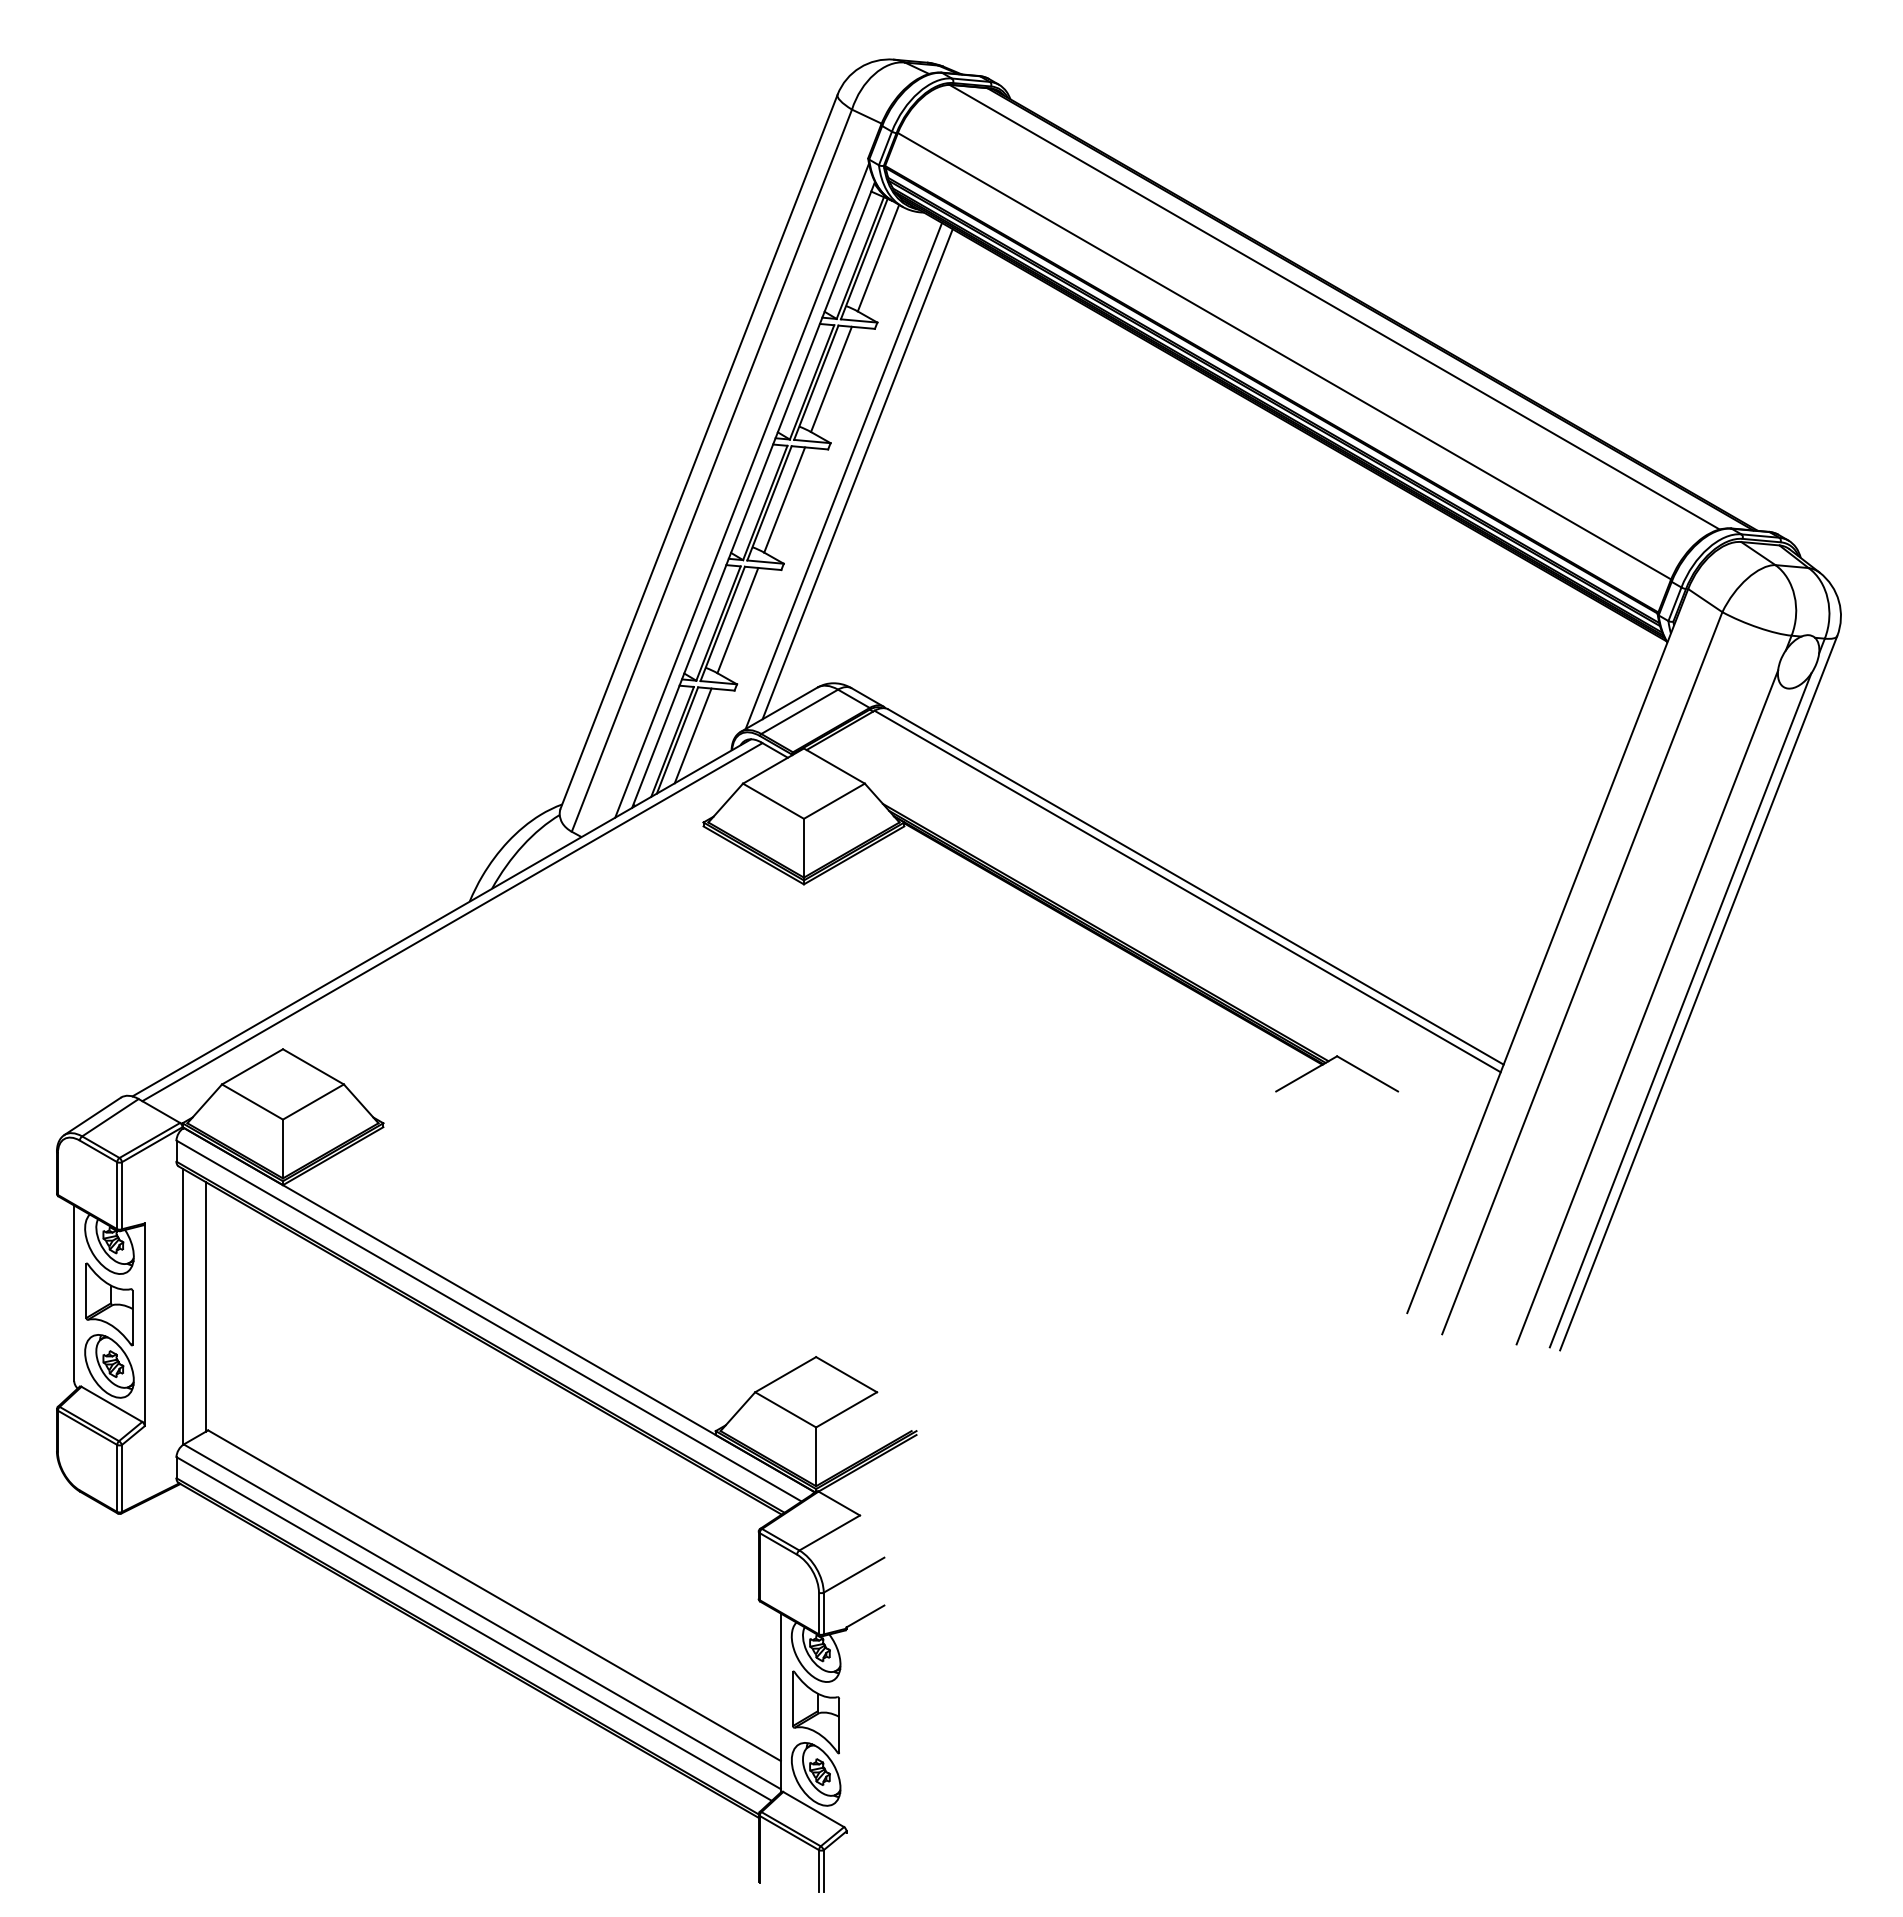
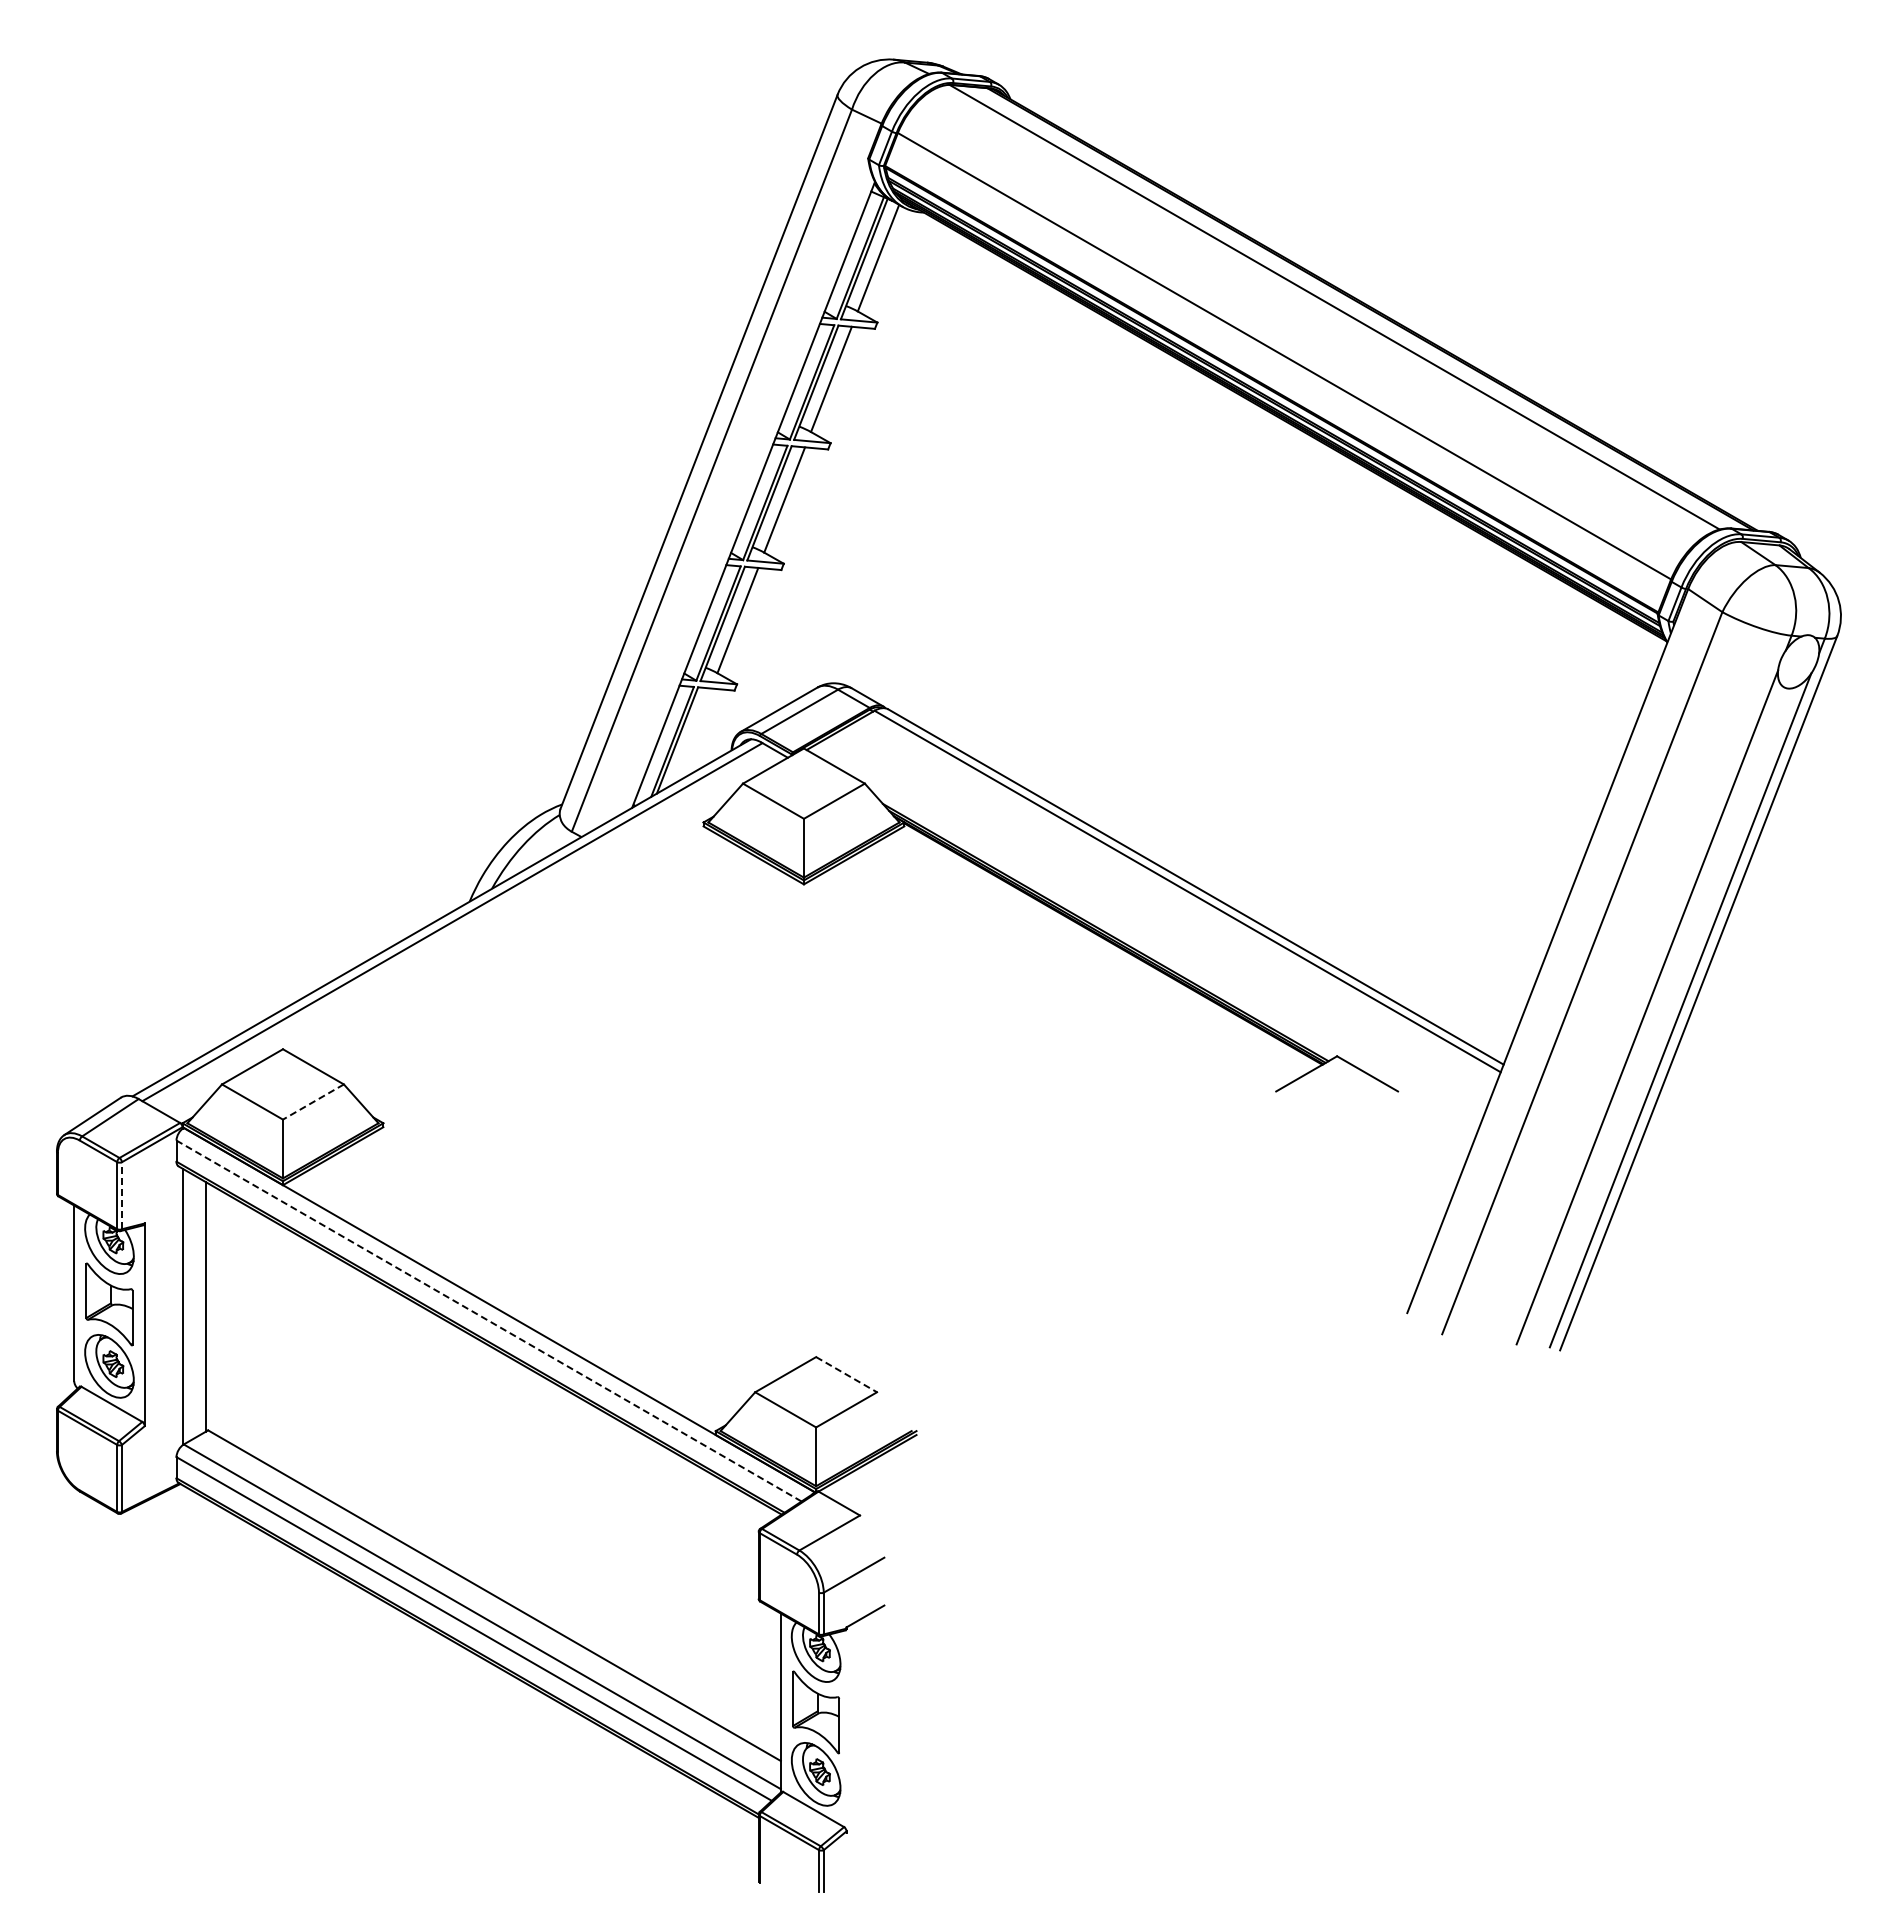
line at (857, 474): present -> none
line at (843, 476): present -> none
line at (742, 490): present -> none
line at (692, 735): present -> none
line at (313, 1102): solid -> dashed
line at (121, 1195): solid -> dashed
line at (489, 1321): solid -> dashed
line at (847, 1374): solid -> dashed
